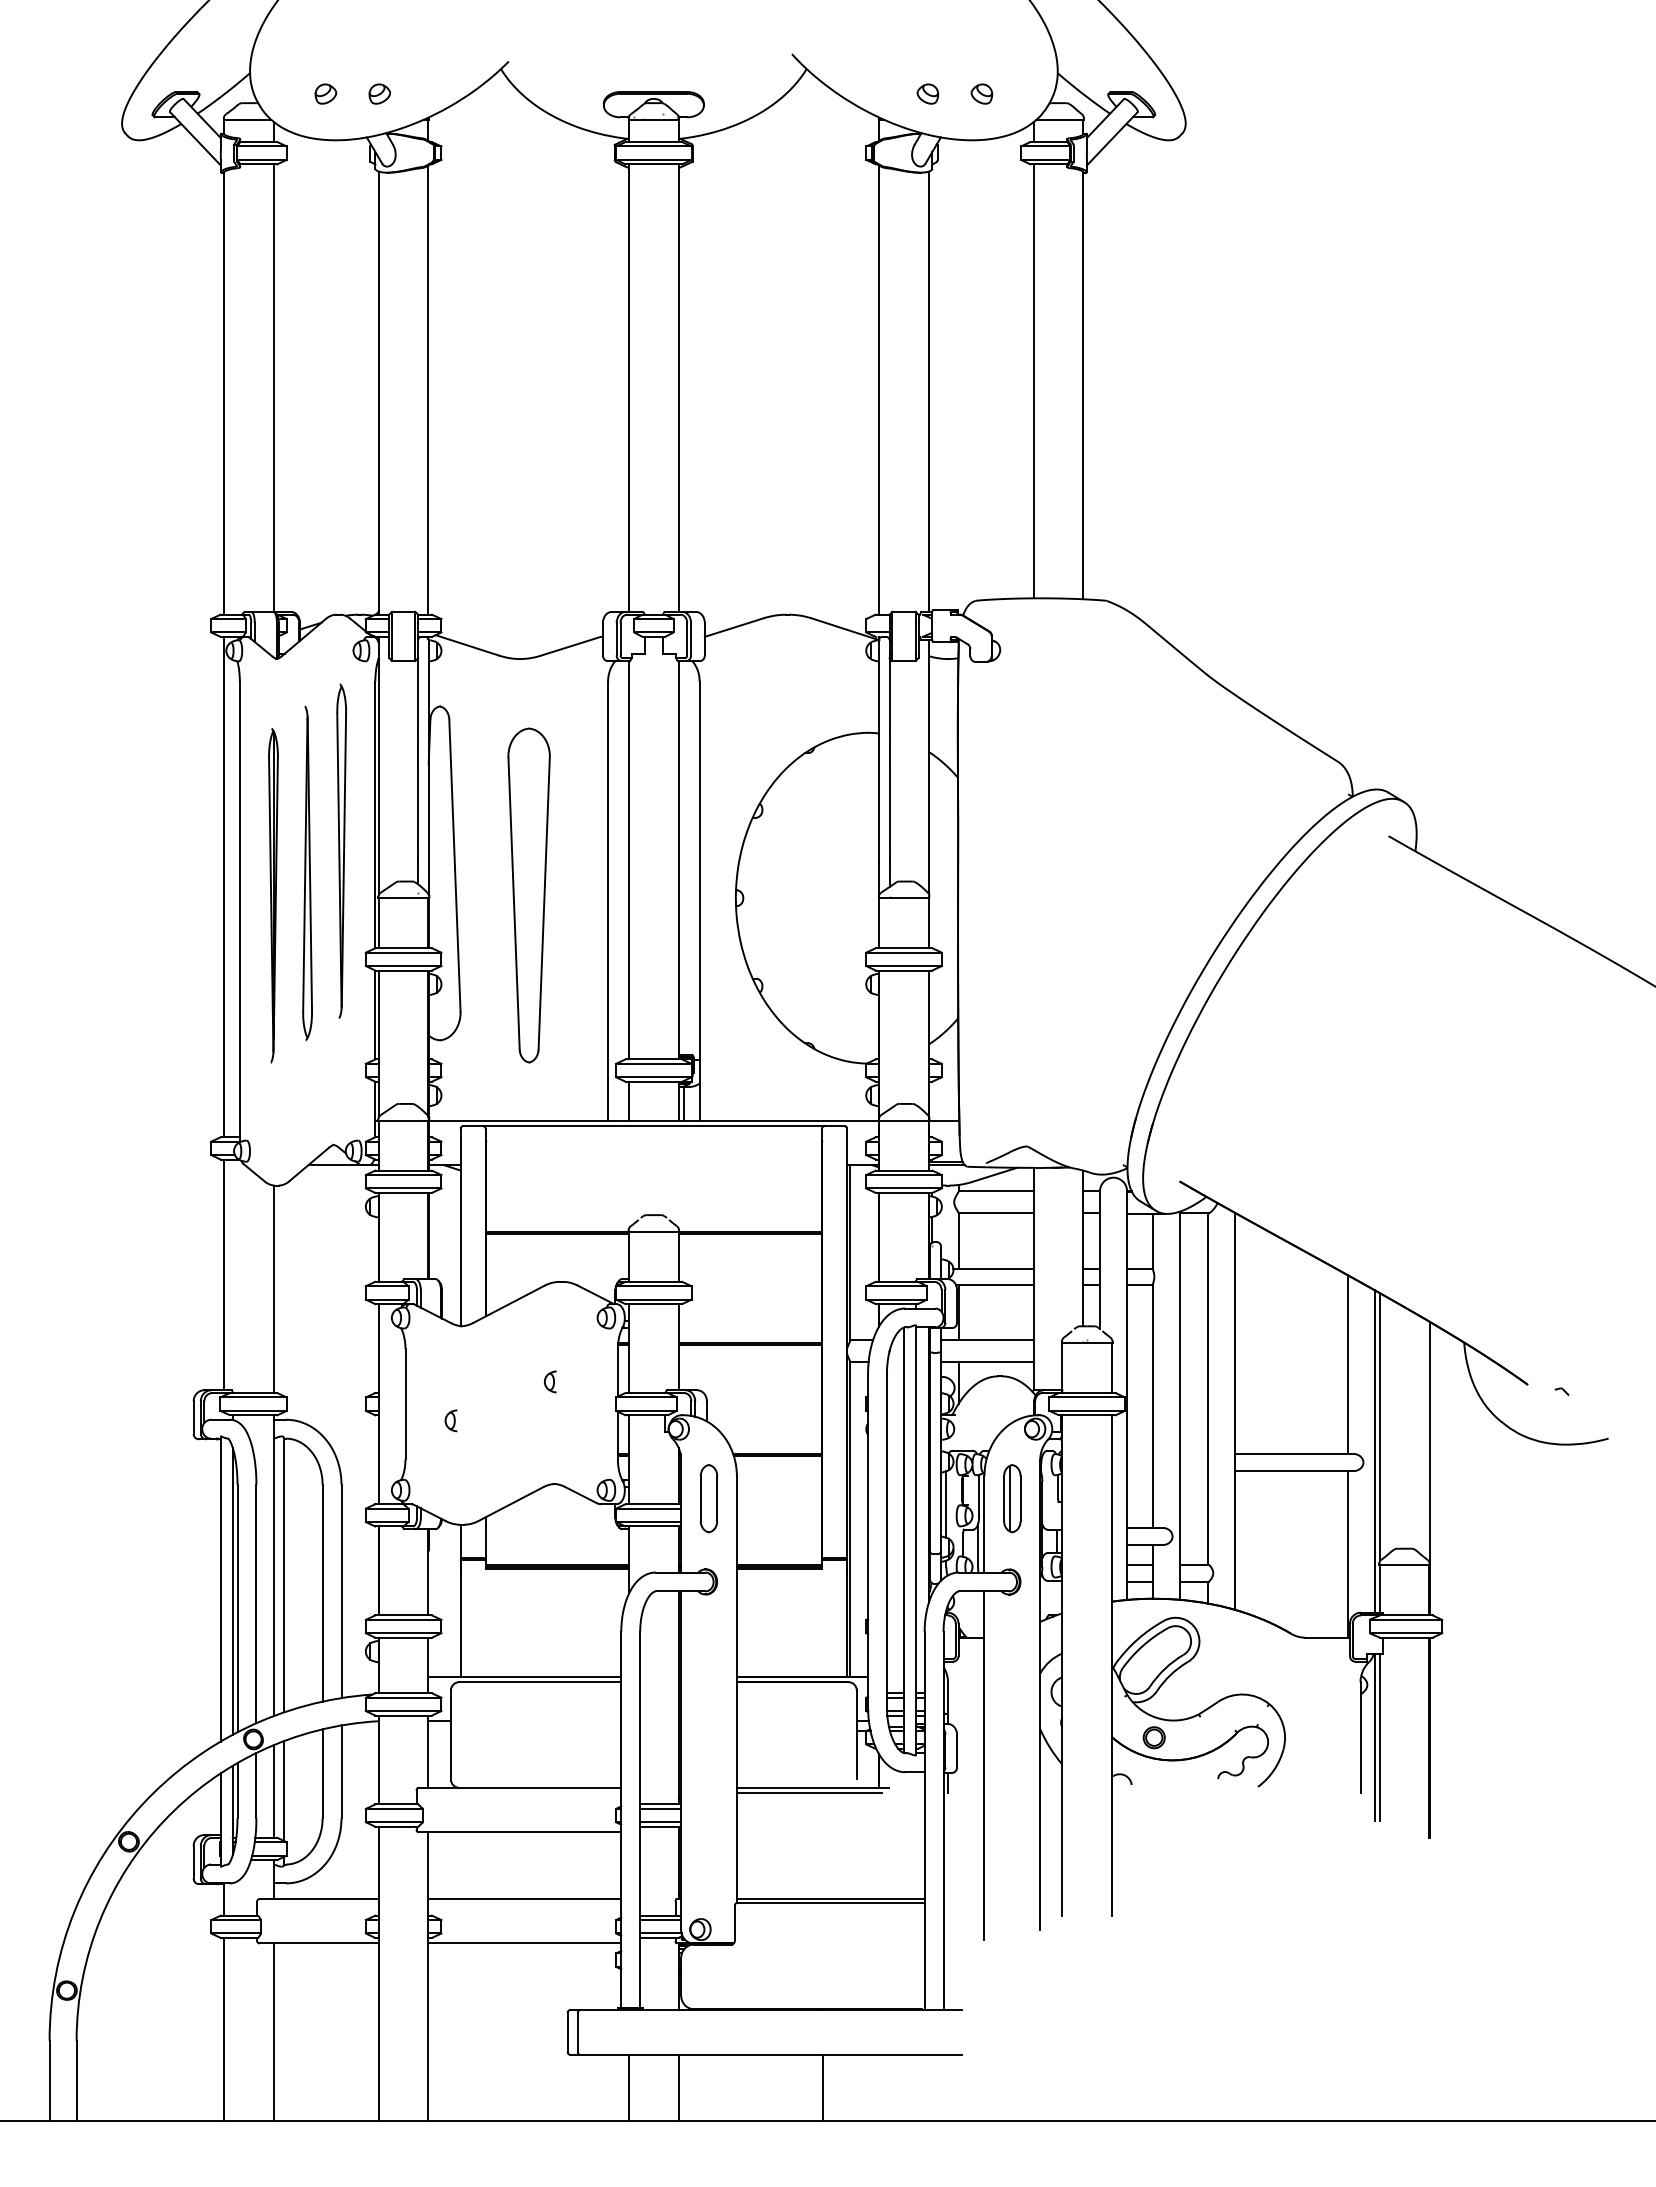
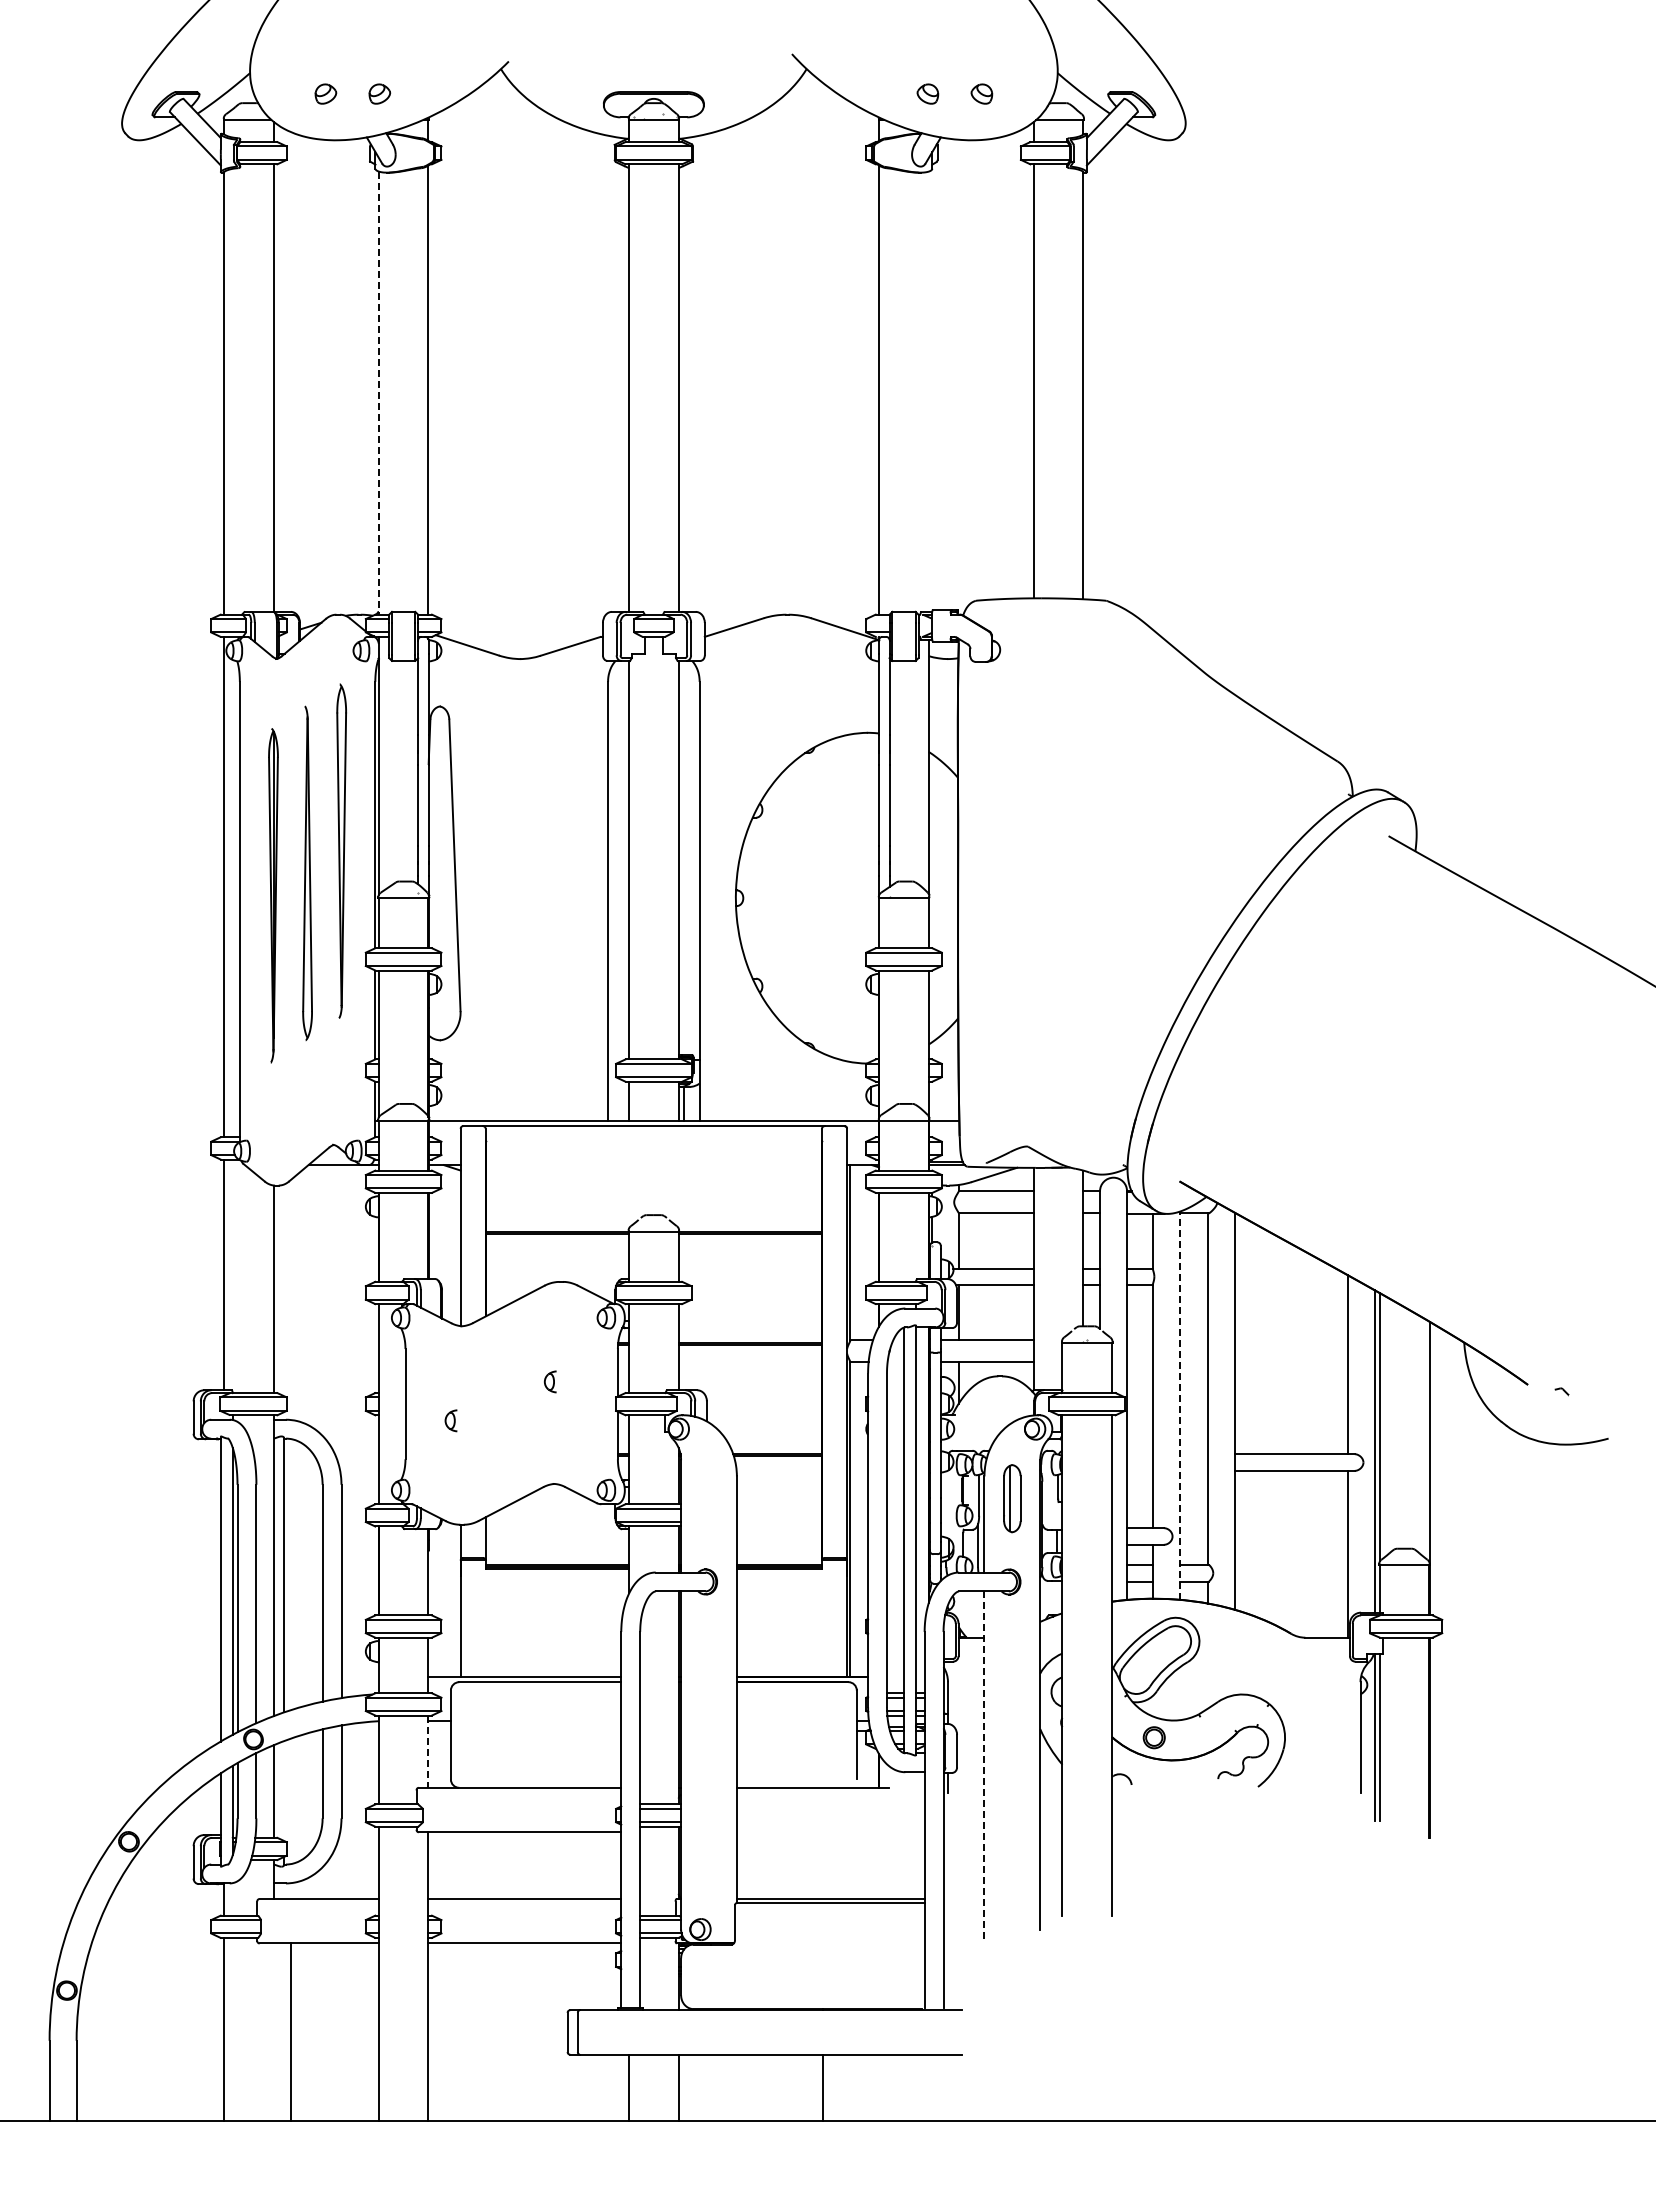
line at (928, 391): present -> none
line at (378, 393): solid -> dashed
part at (528, 895): present -> none
line at (1179, 1405): solid -> dashed
part at (708, 1498): present -> none
line at (946, 1504): present -> none
line at (428, 1752): solid -> dashed
line at (984, 1766): solid -> dashed
line at (284, 1790): present -> none
line at (809, 1793): present -> none
line at (273, 2032) position: (273, 2032) -> (290, 2032)
